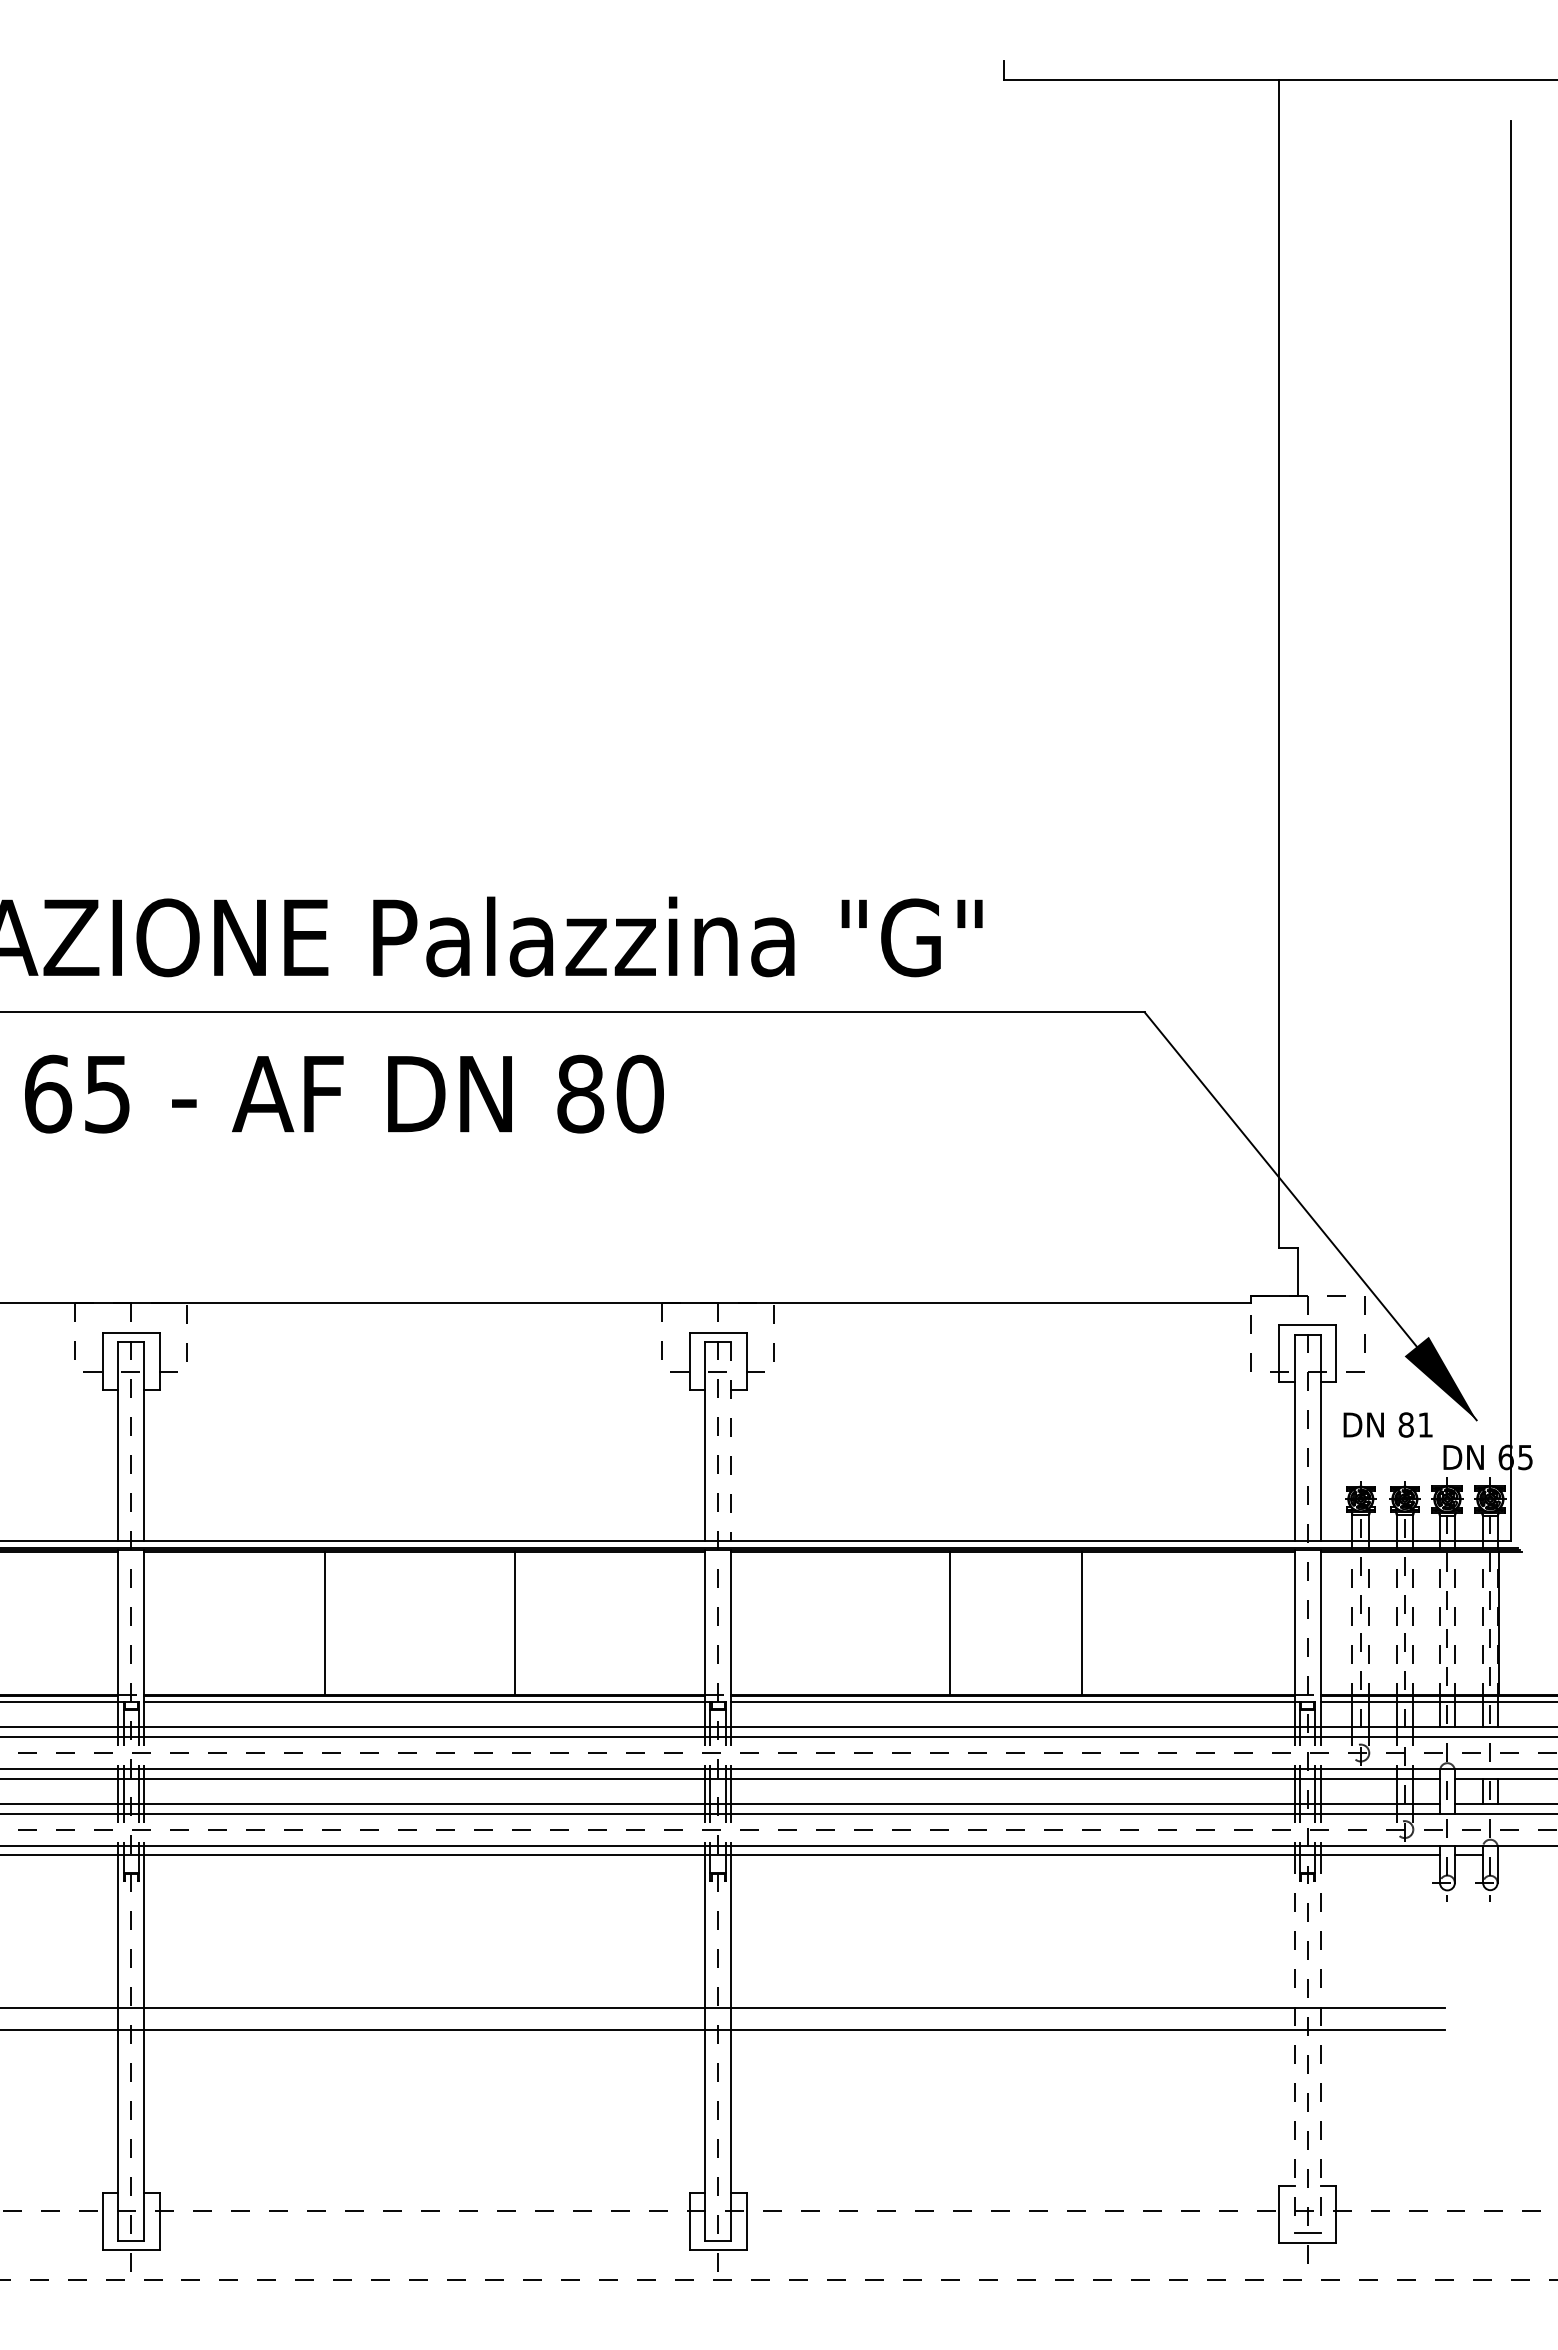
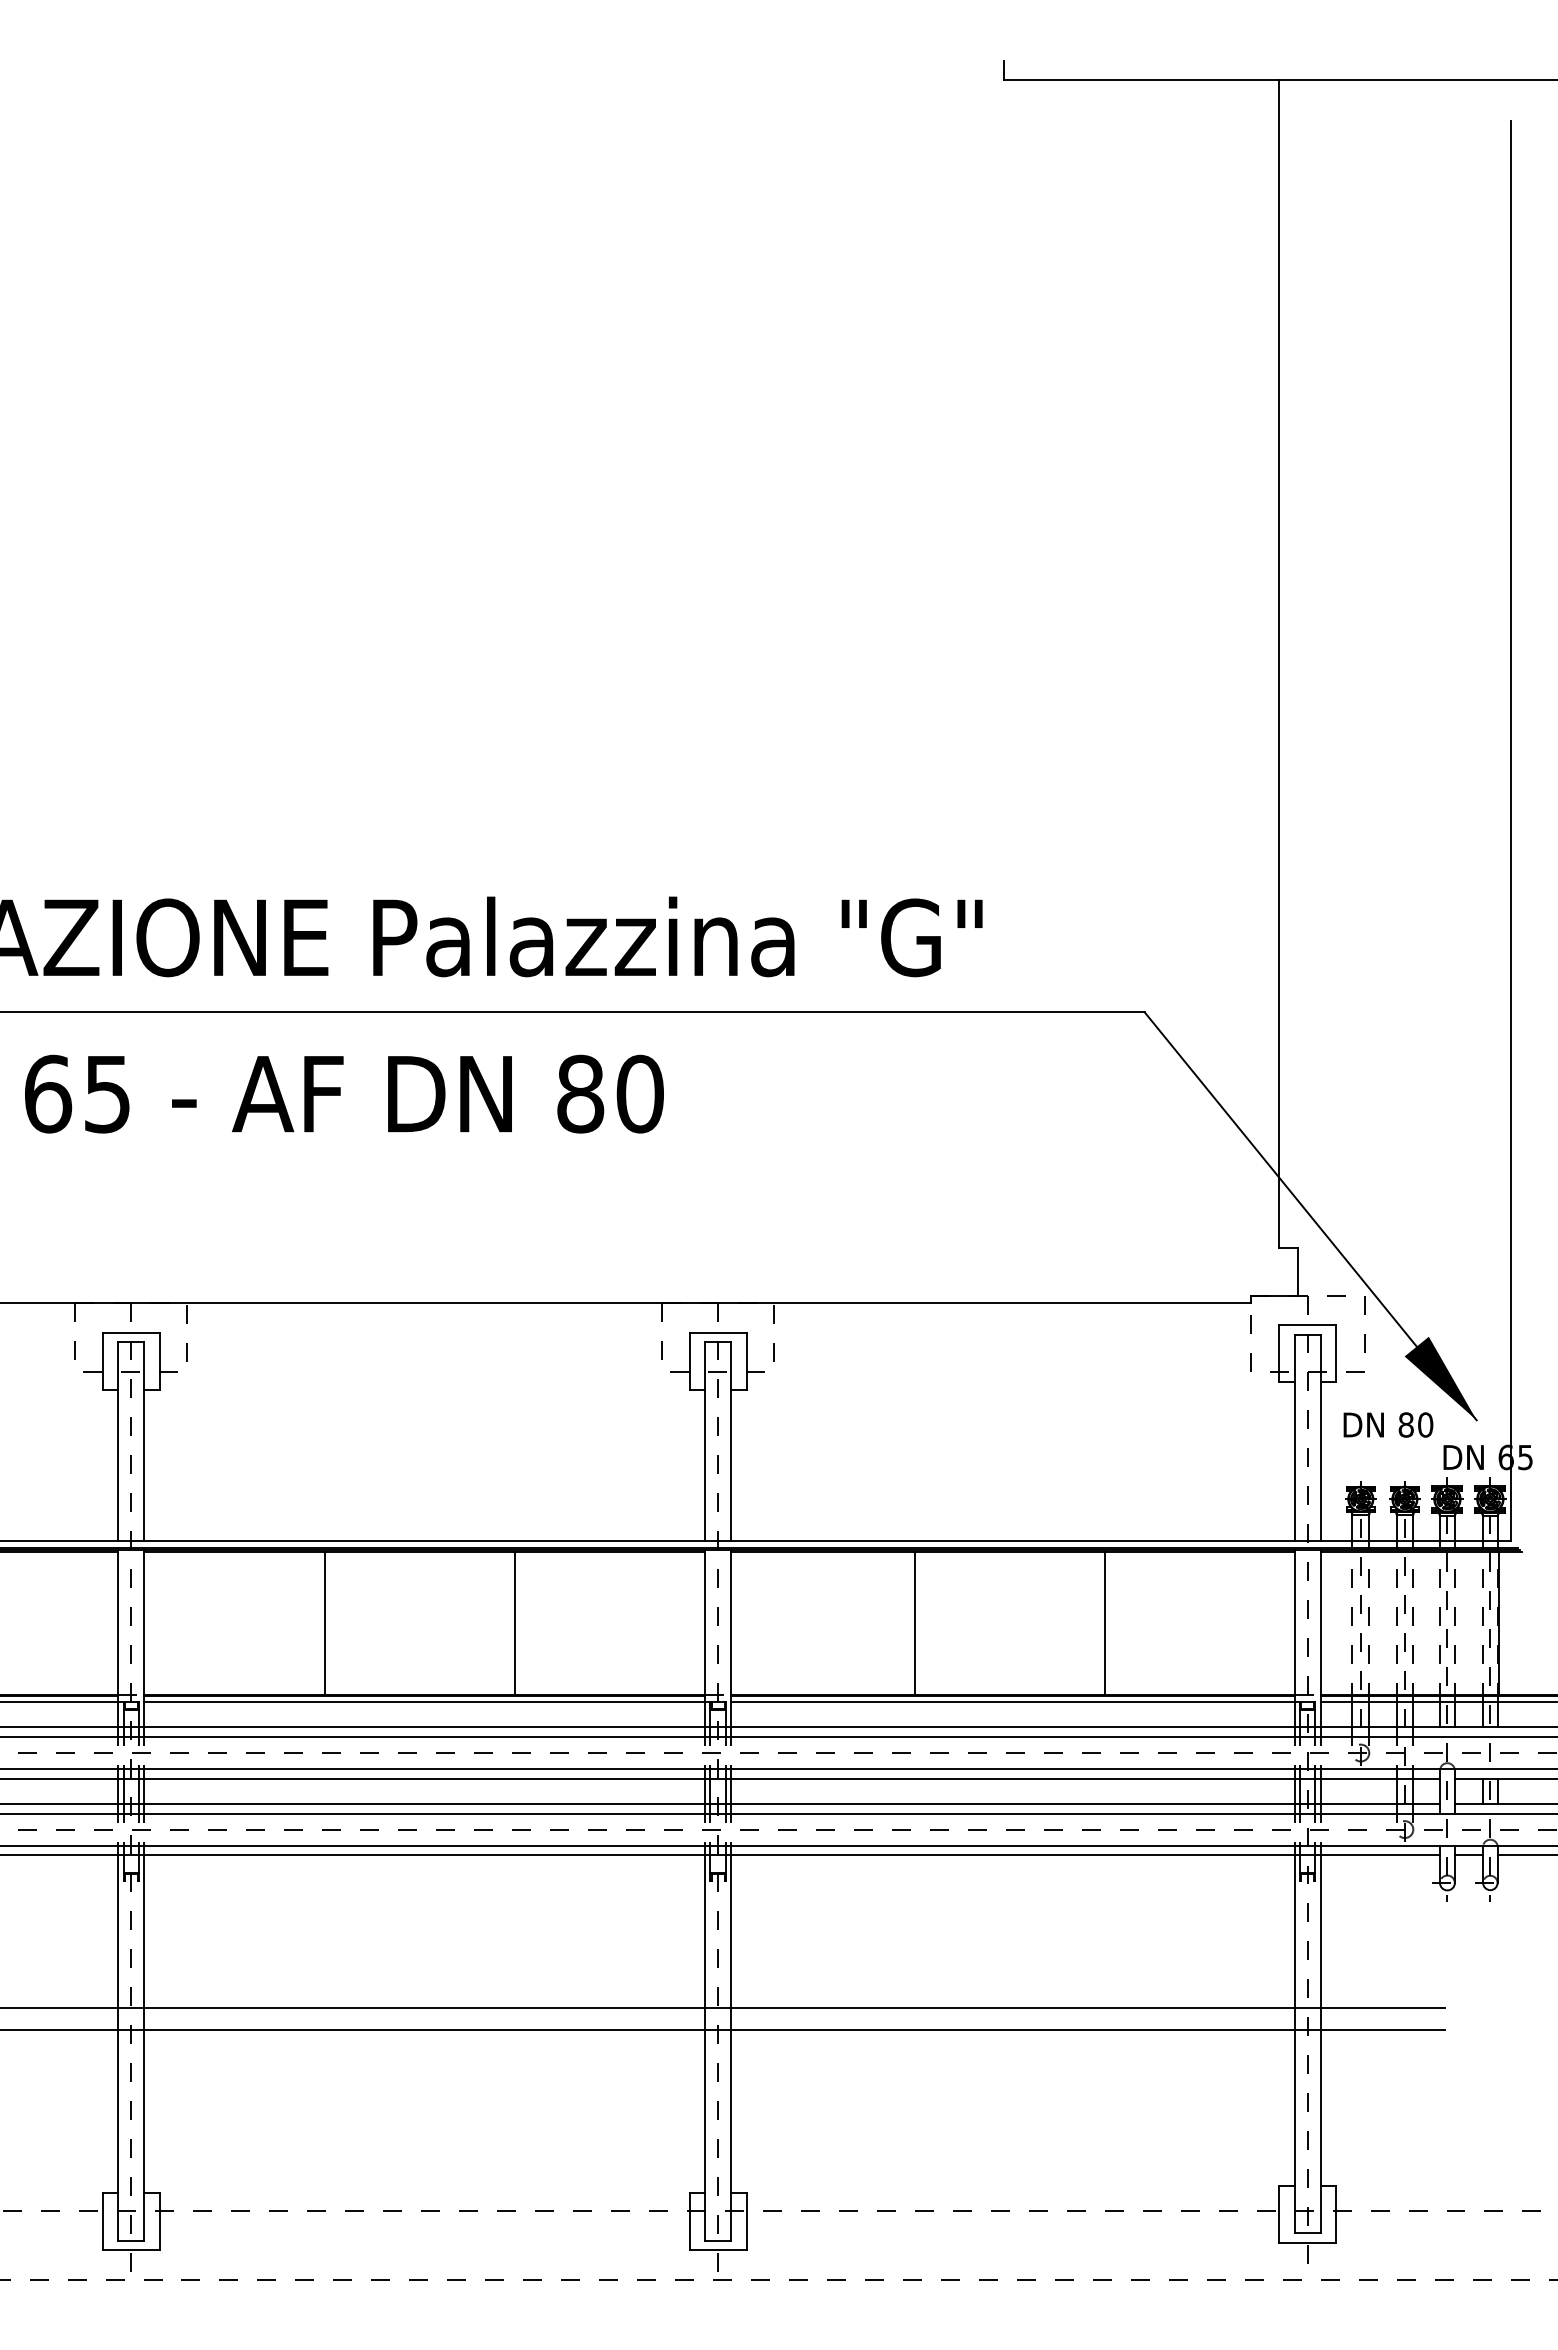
text at (1425, 1424): 81 -> 80
line at (731, 1441): dashed -> solid
line at (949, 1623) position: (949, 1623) -> (914, 1623)
line at (1081, 1623) position: (1081, 1623) -> (1104, 1623)
line at (1525, 1855): none -> present
line at (1294, 2044): dashed -> solid
line at (1321, 2044): dashed -> solid
